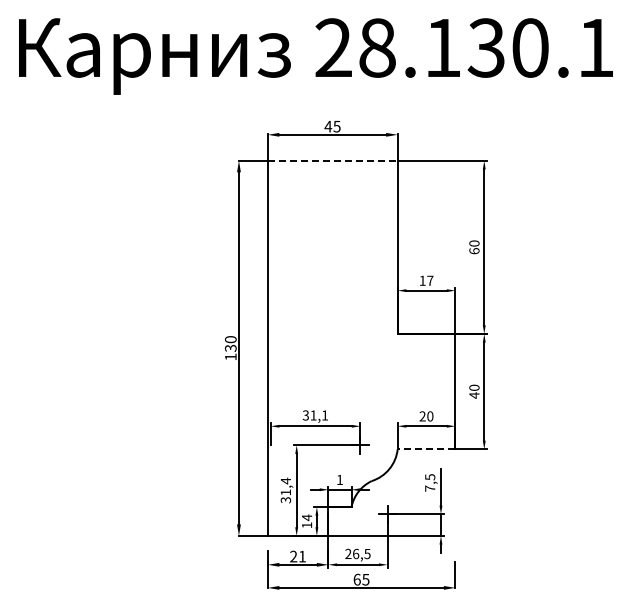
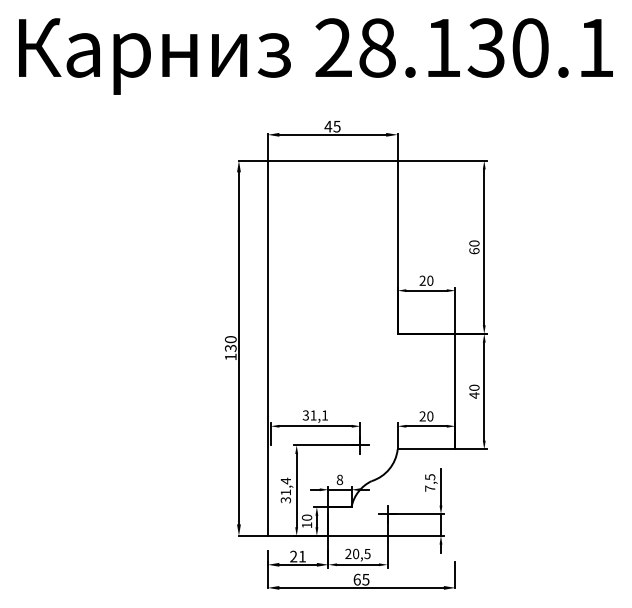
line at (332, 160): dashed -> solid
text at (426, 280): 17 -> 20
line at (426, 449): dashed -> solid
text at (339, 479): 1 -> 8
text at (306, 517): 14 -> 10
text at (356, 553): 26,5 -> 20,5
